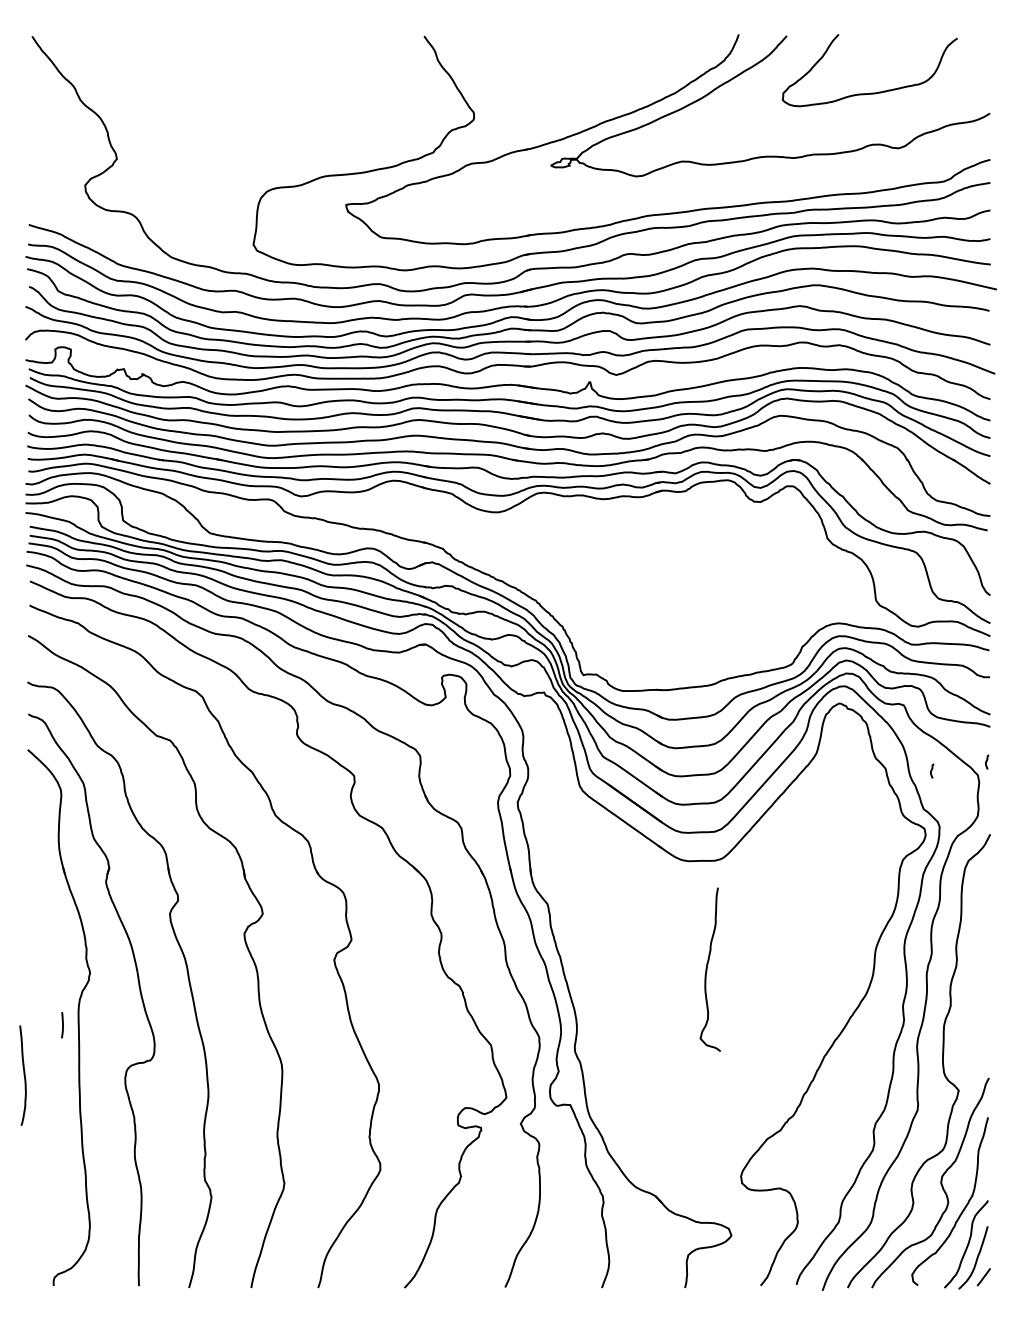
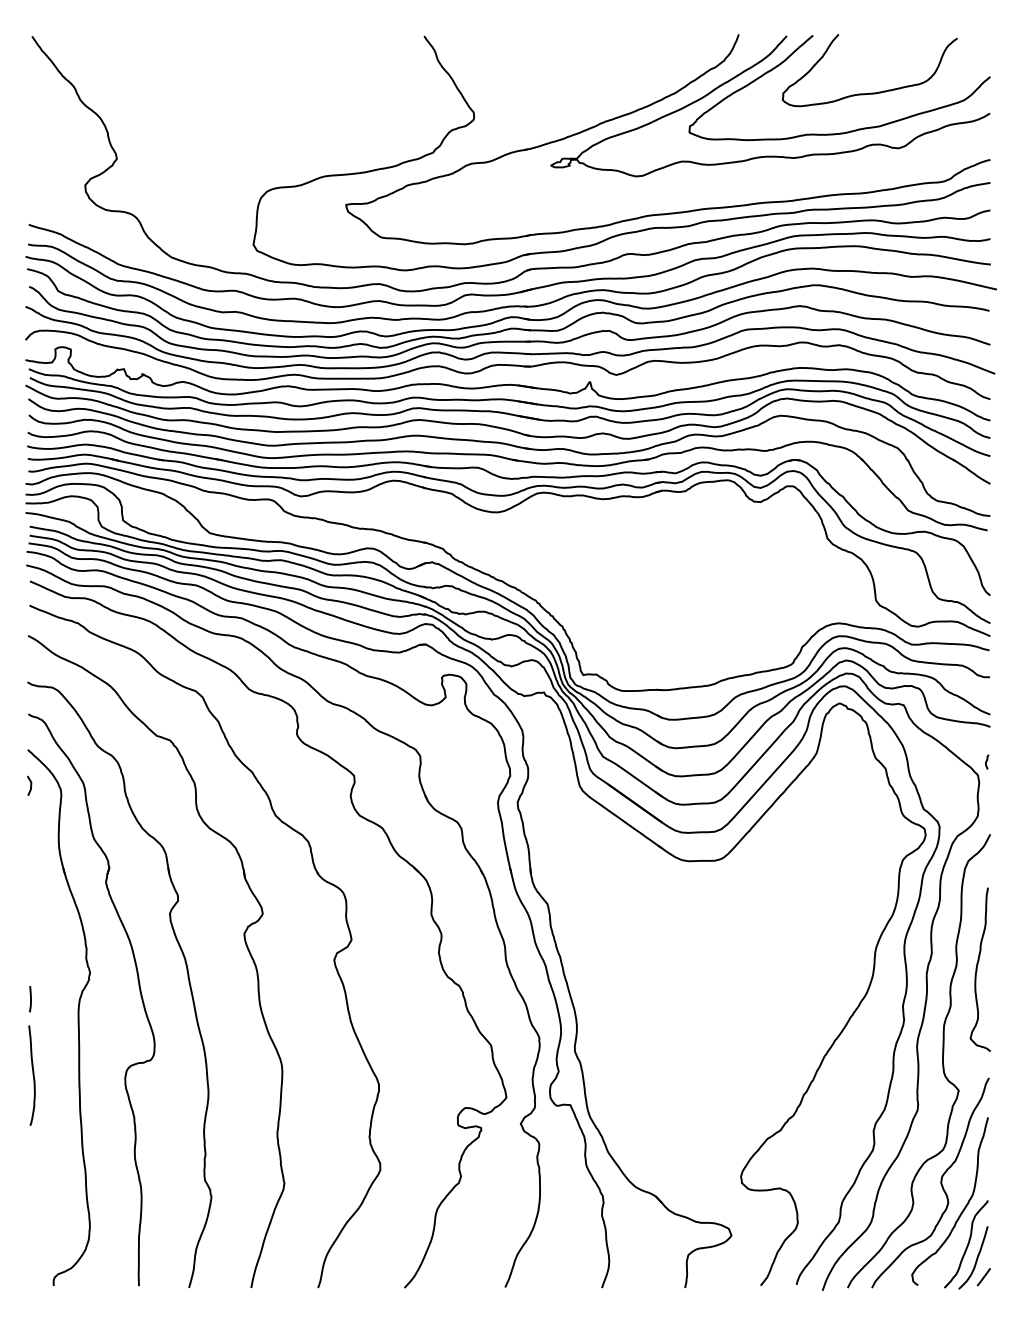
curve at (850, 130): none -> present
curve at (932, 770): present -> none
curve at (30, 785): none -> present
curve at (707, 969) position: (707, 969) -> (977, 969)
line at (62, 1025) position: (62, 1025) -> (30, 999)
curve at (23, 1075) position: (23, 1075) -> (32, 1075)
